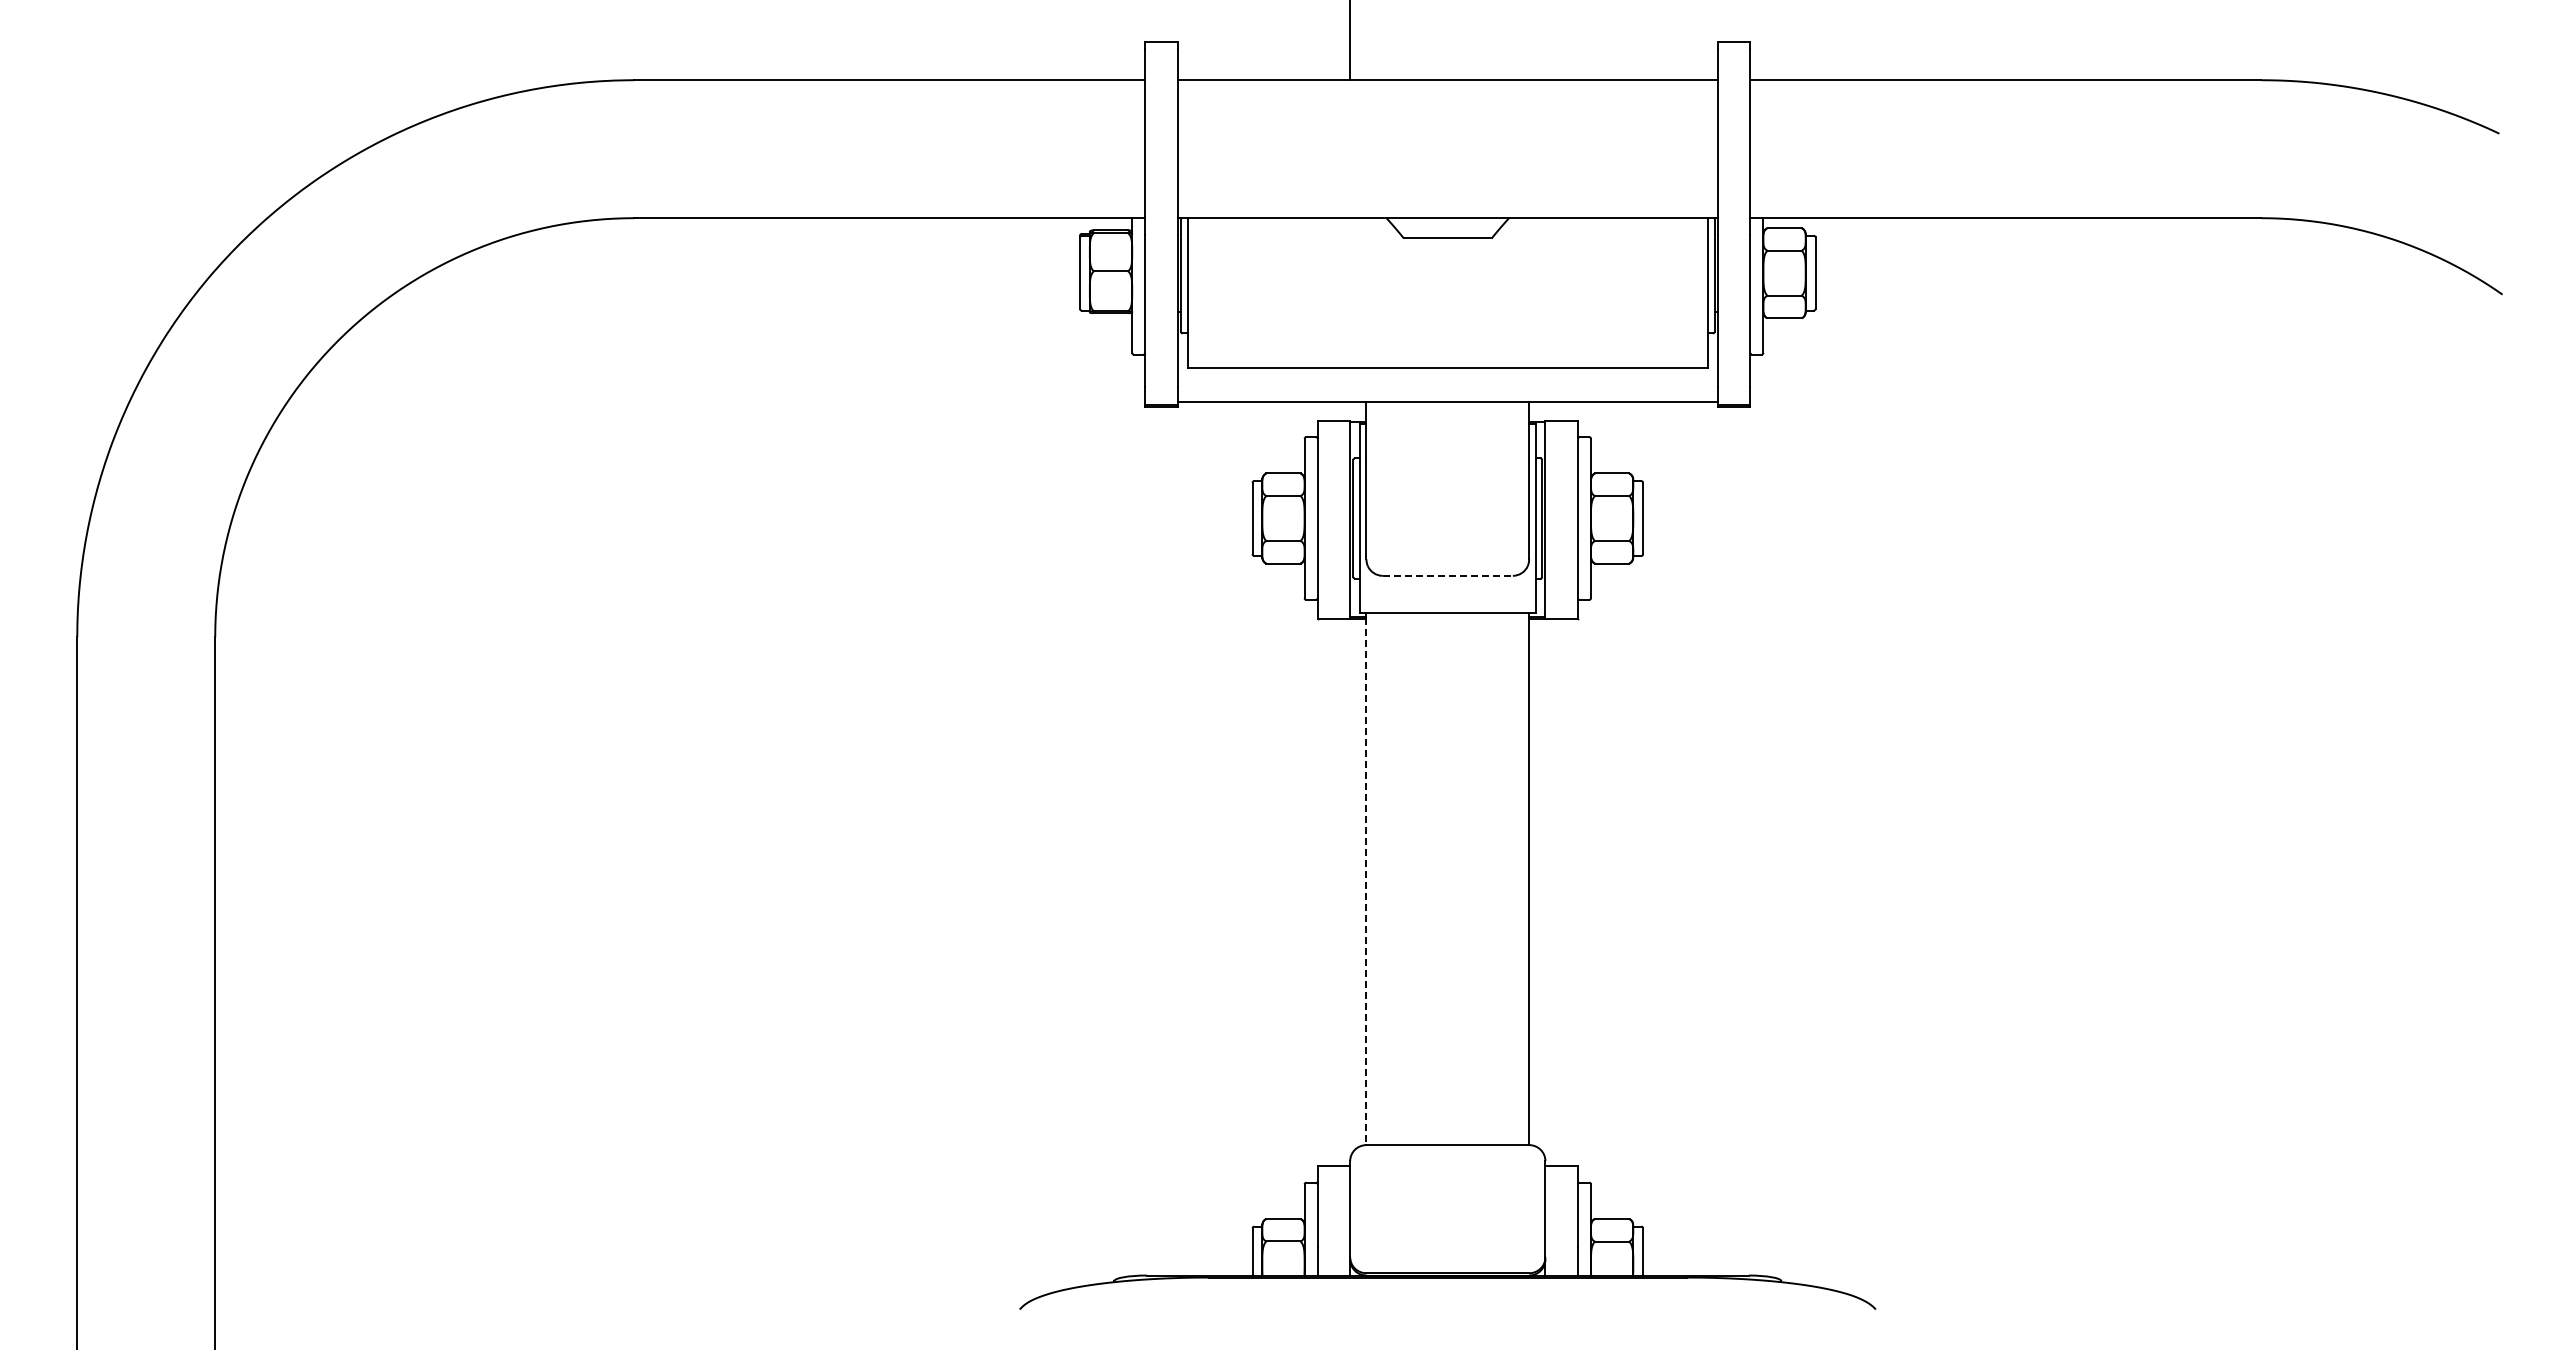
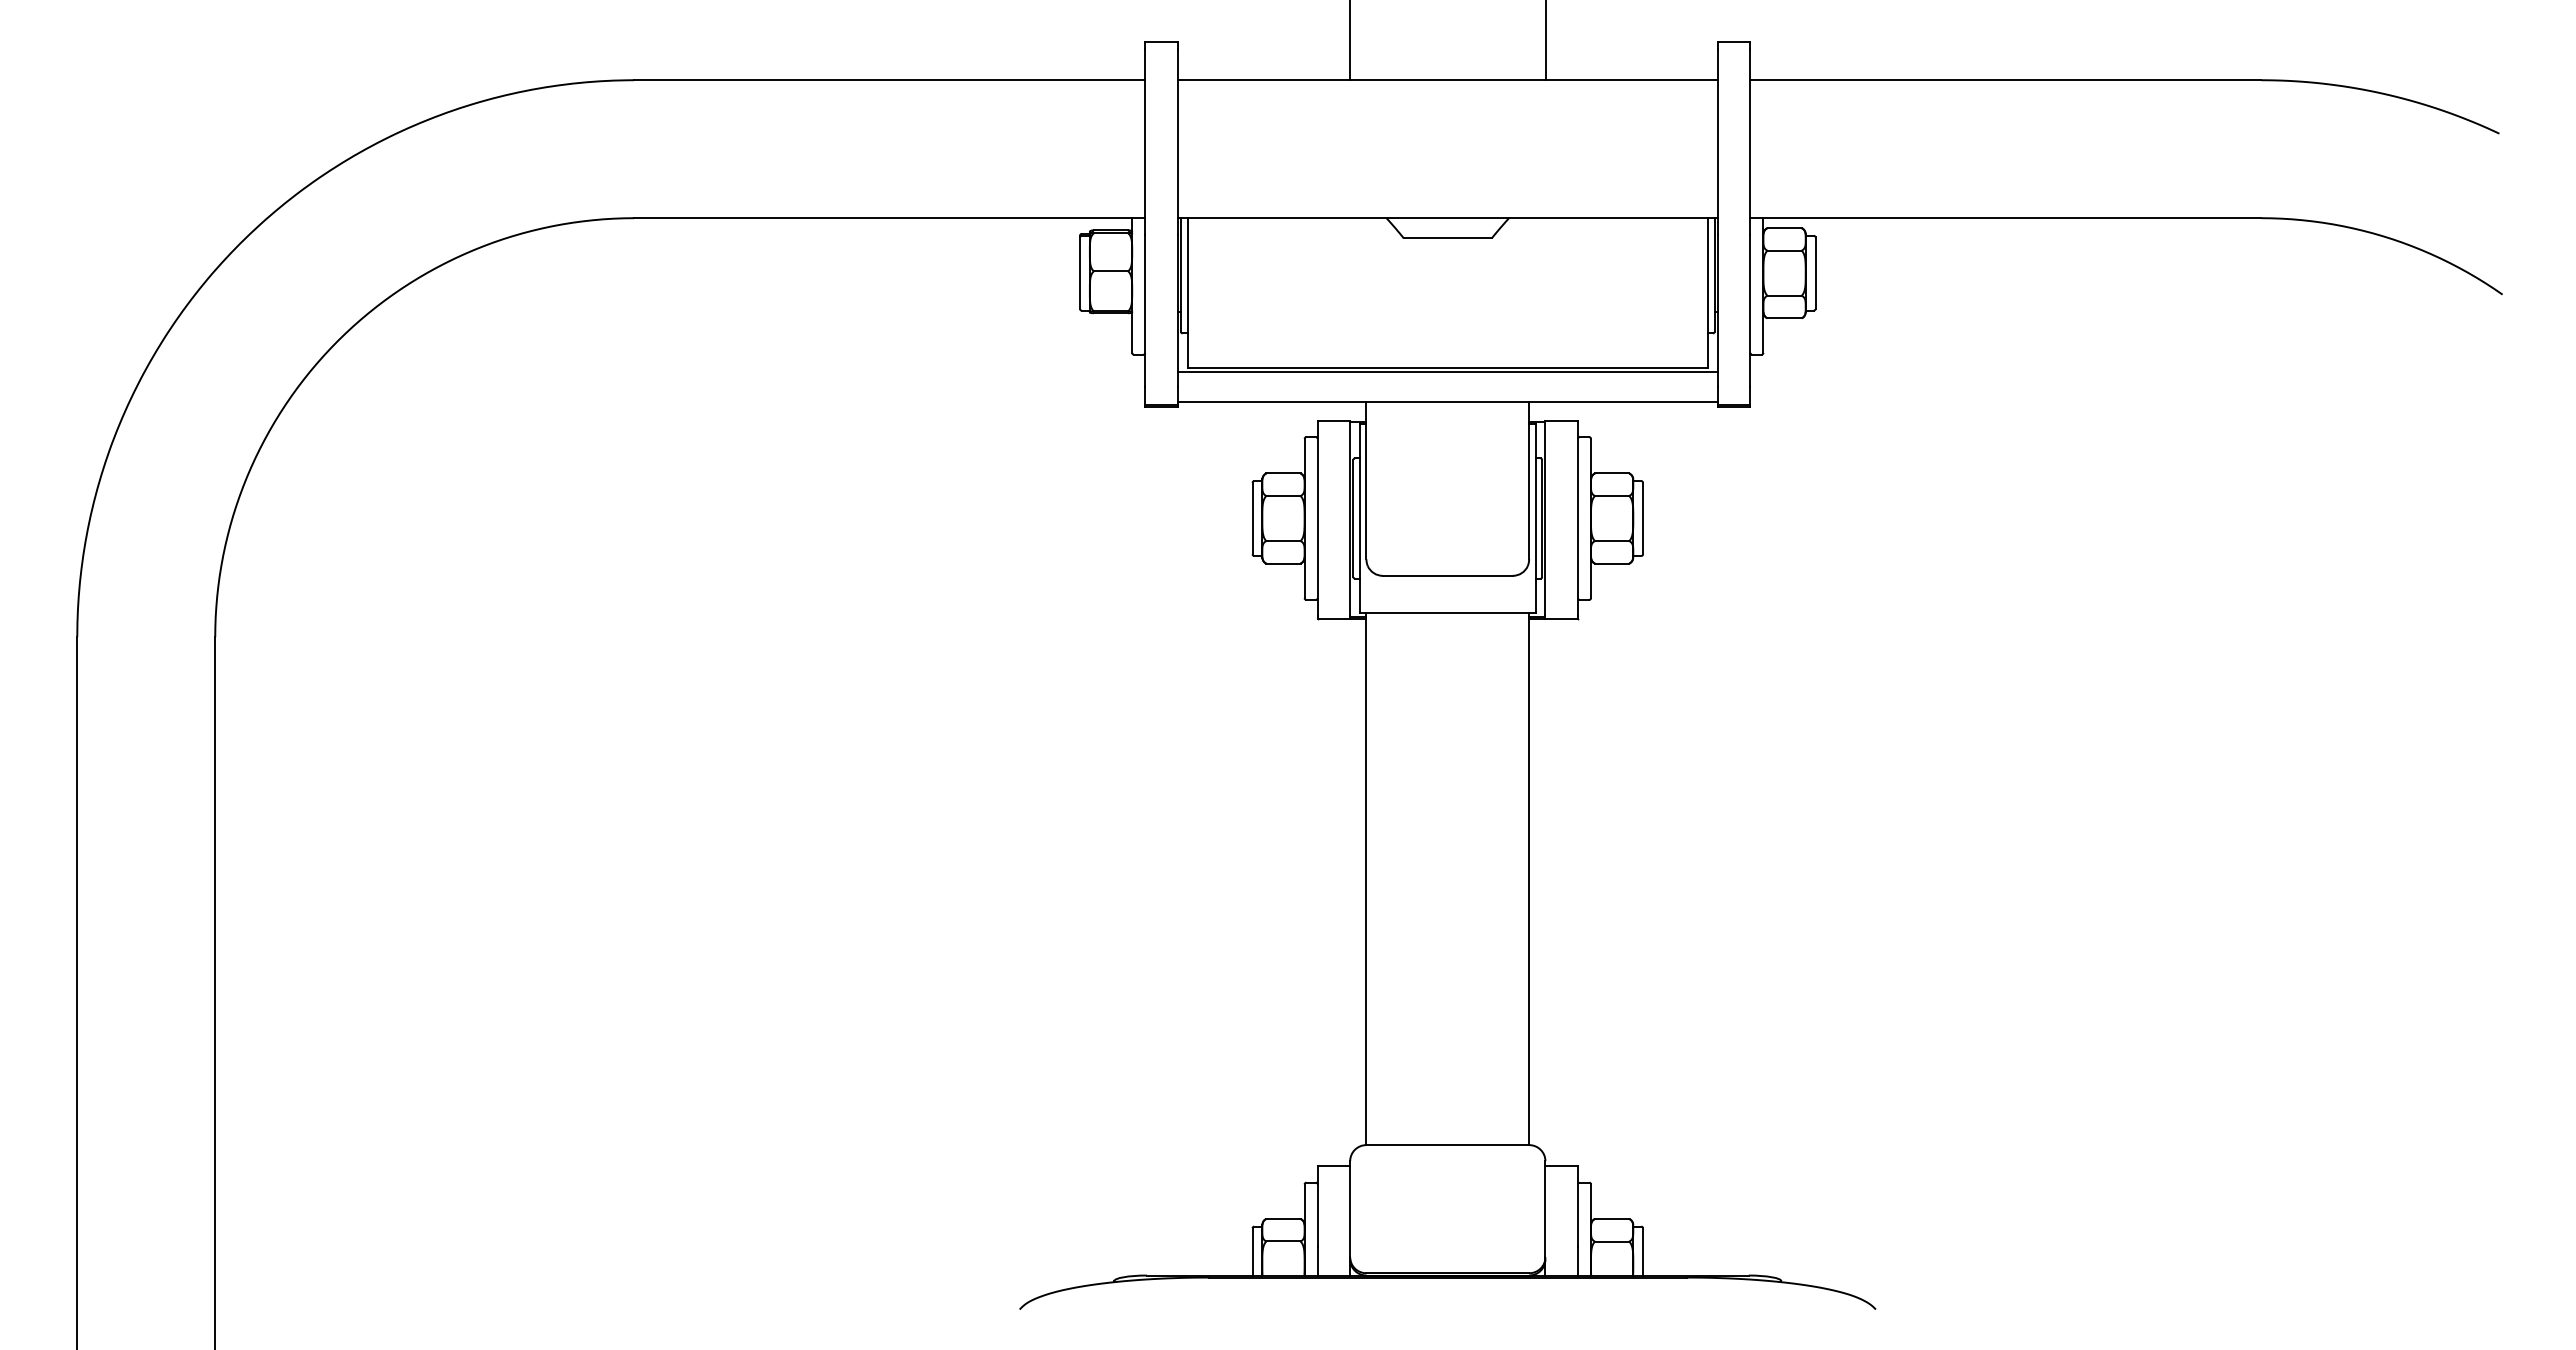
line at (1545, 41): none -> present
line at (1447, 371): none -> present
line at (1448, 575): dashed -> solid
line at (1366, 881): dashed -> solid
